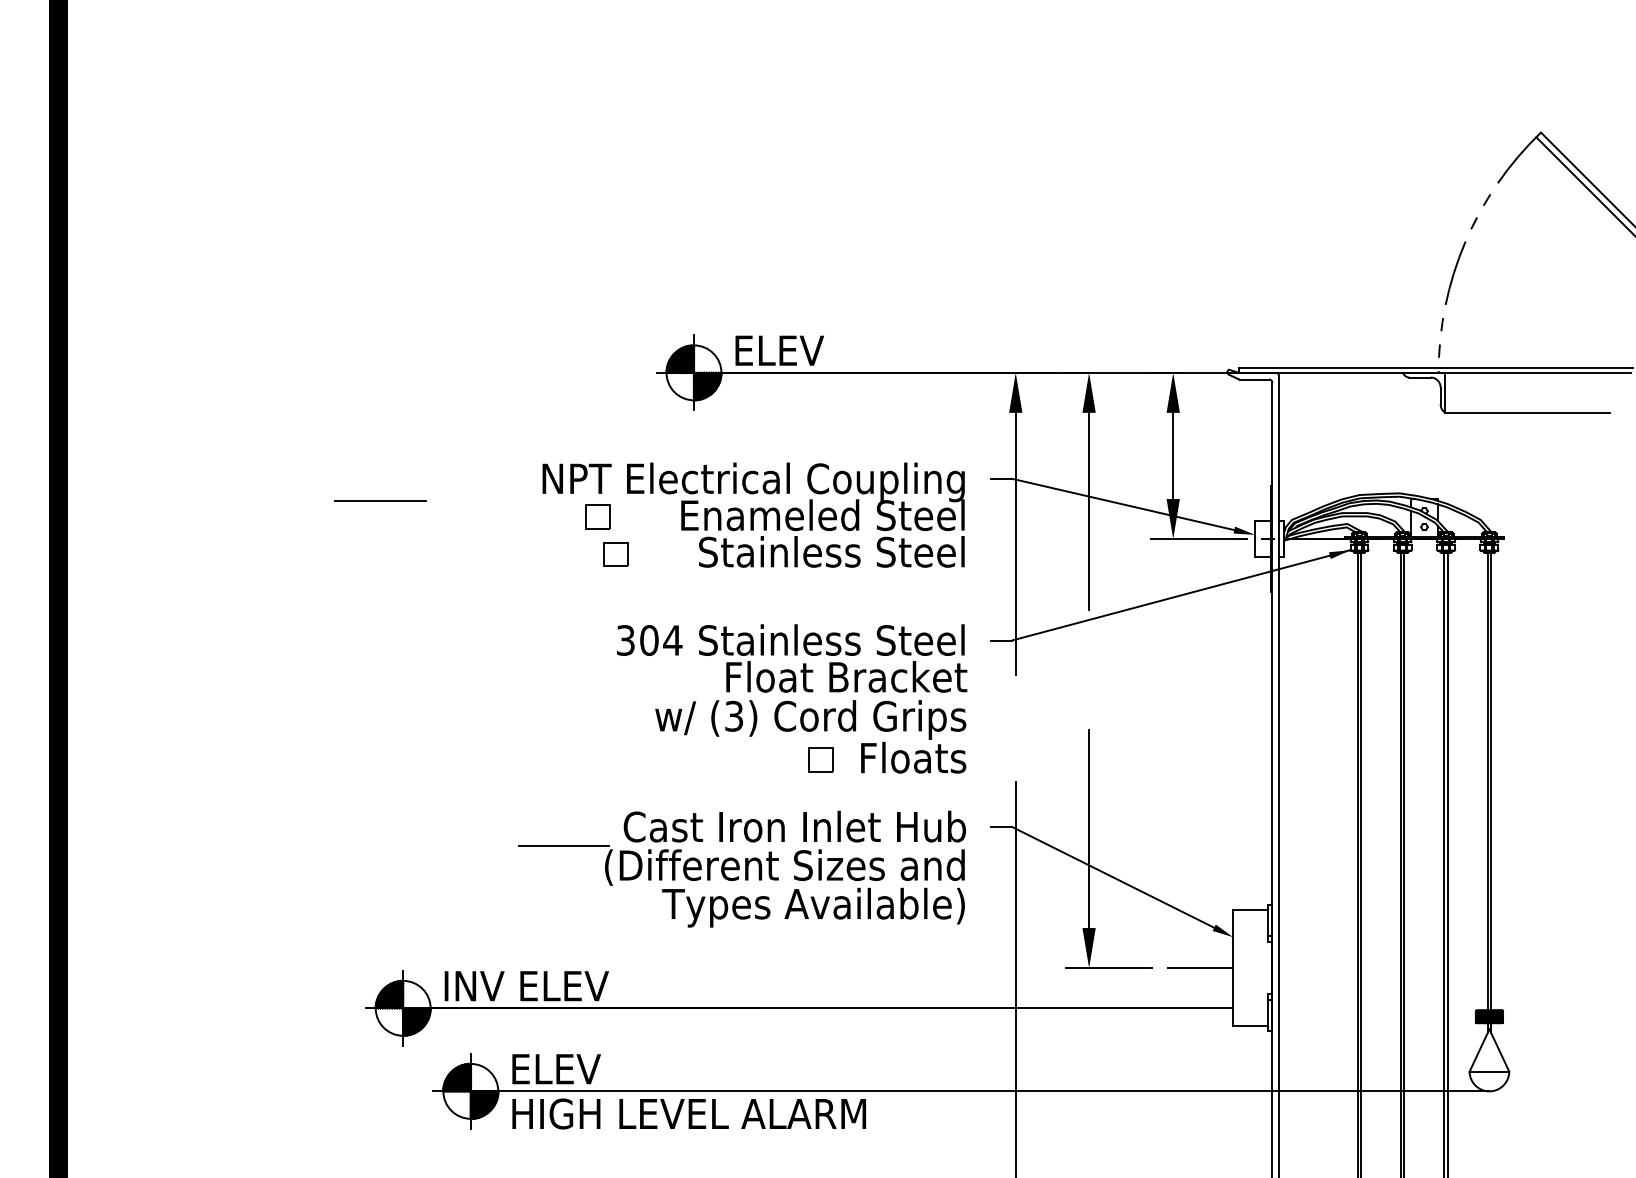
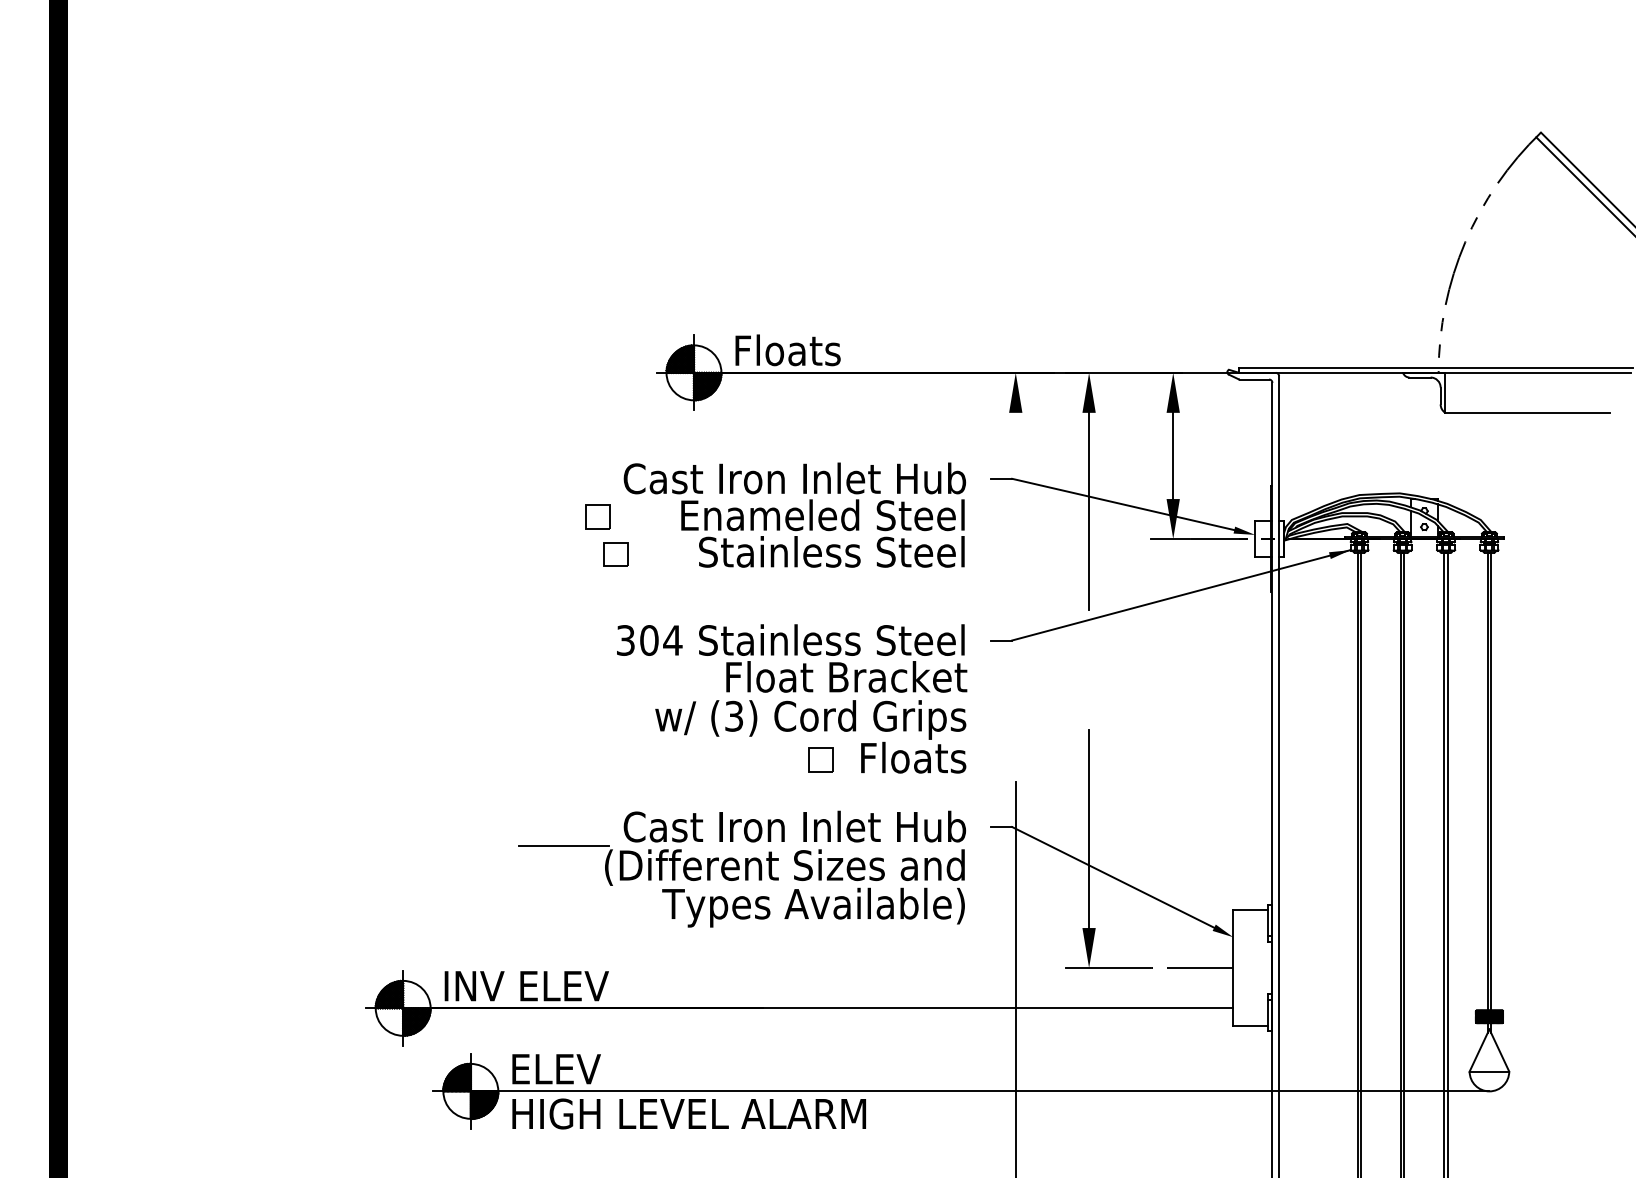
text at (789, 350): ELEV -> Floats
text at (754, 482): NPT Electrical Coupling -> Cast Iron Inlet Hub
line at (380, 500): present -> none
line at (1015, 543): present -> none
